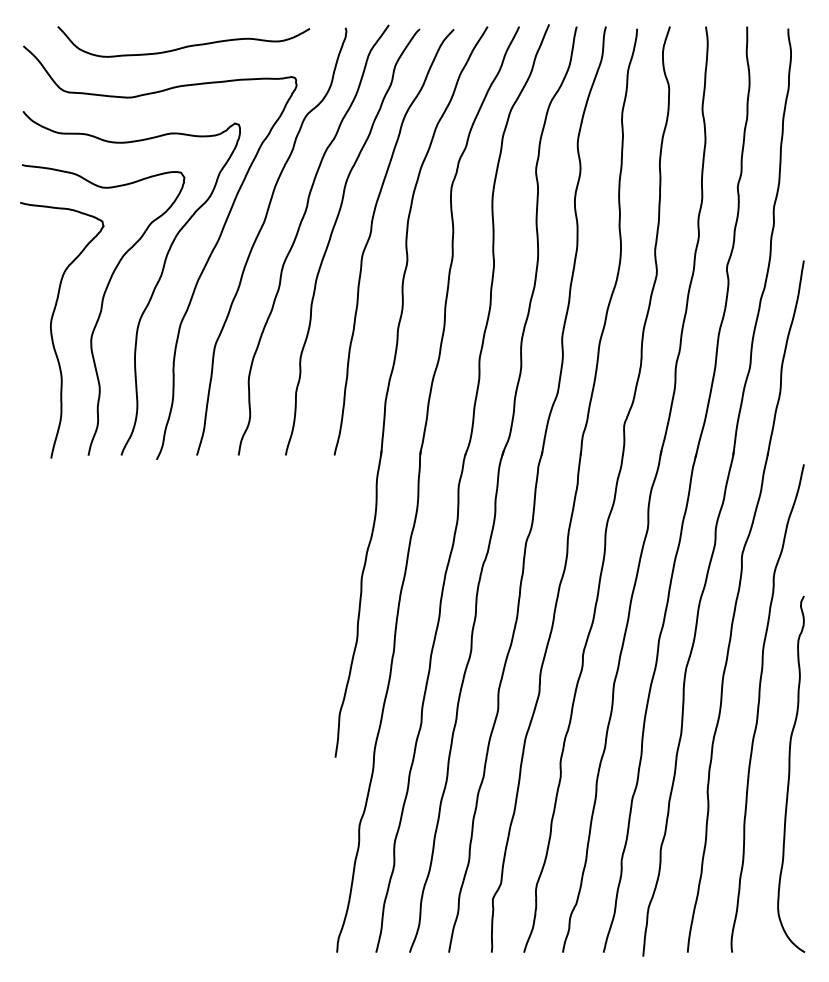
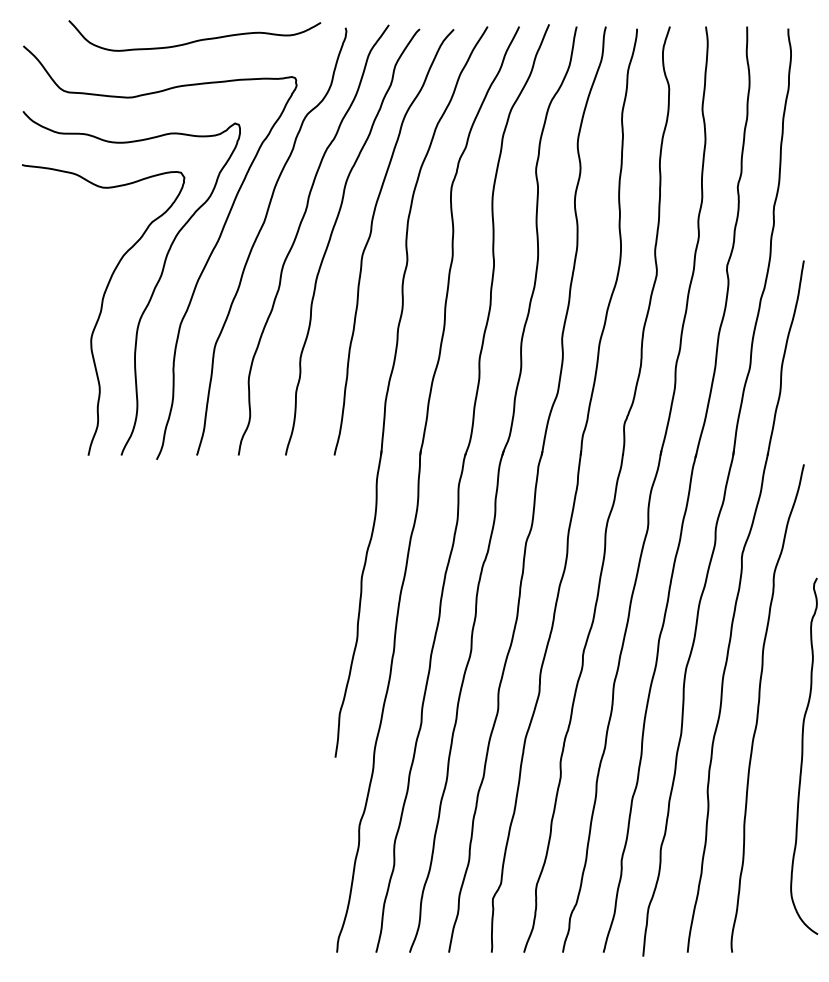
curve at (183, 46) position: (183, 46) -> (194, 40)
curve at (52, 331): present -> none
curve at (790, 773) position: (790, 773) -> (803, 755)
